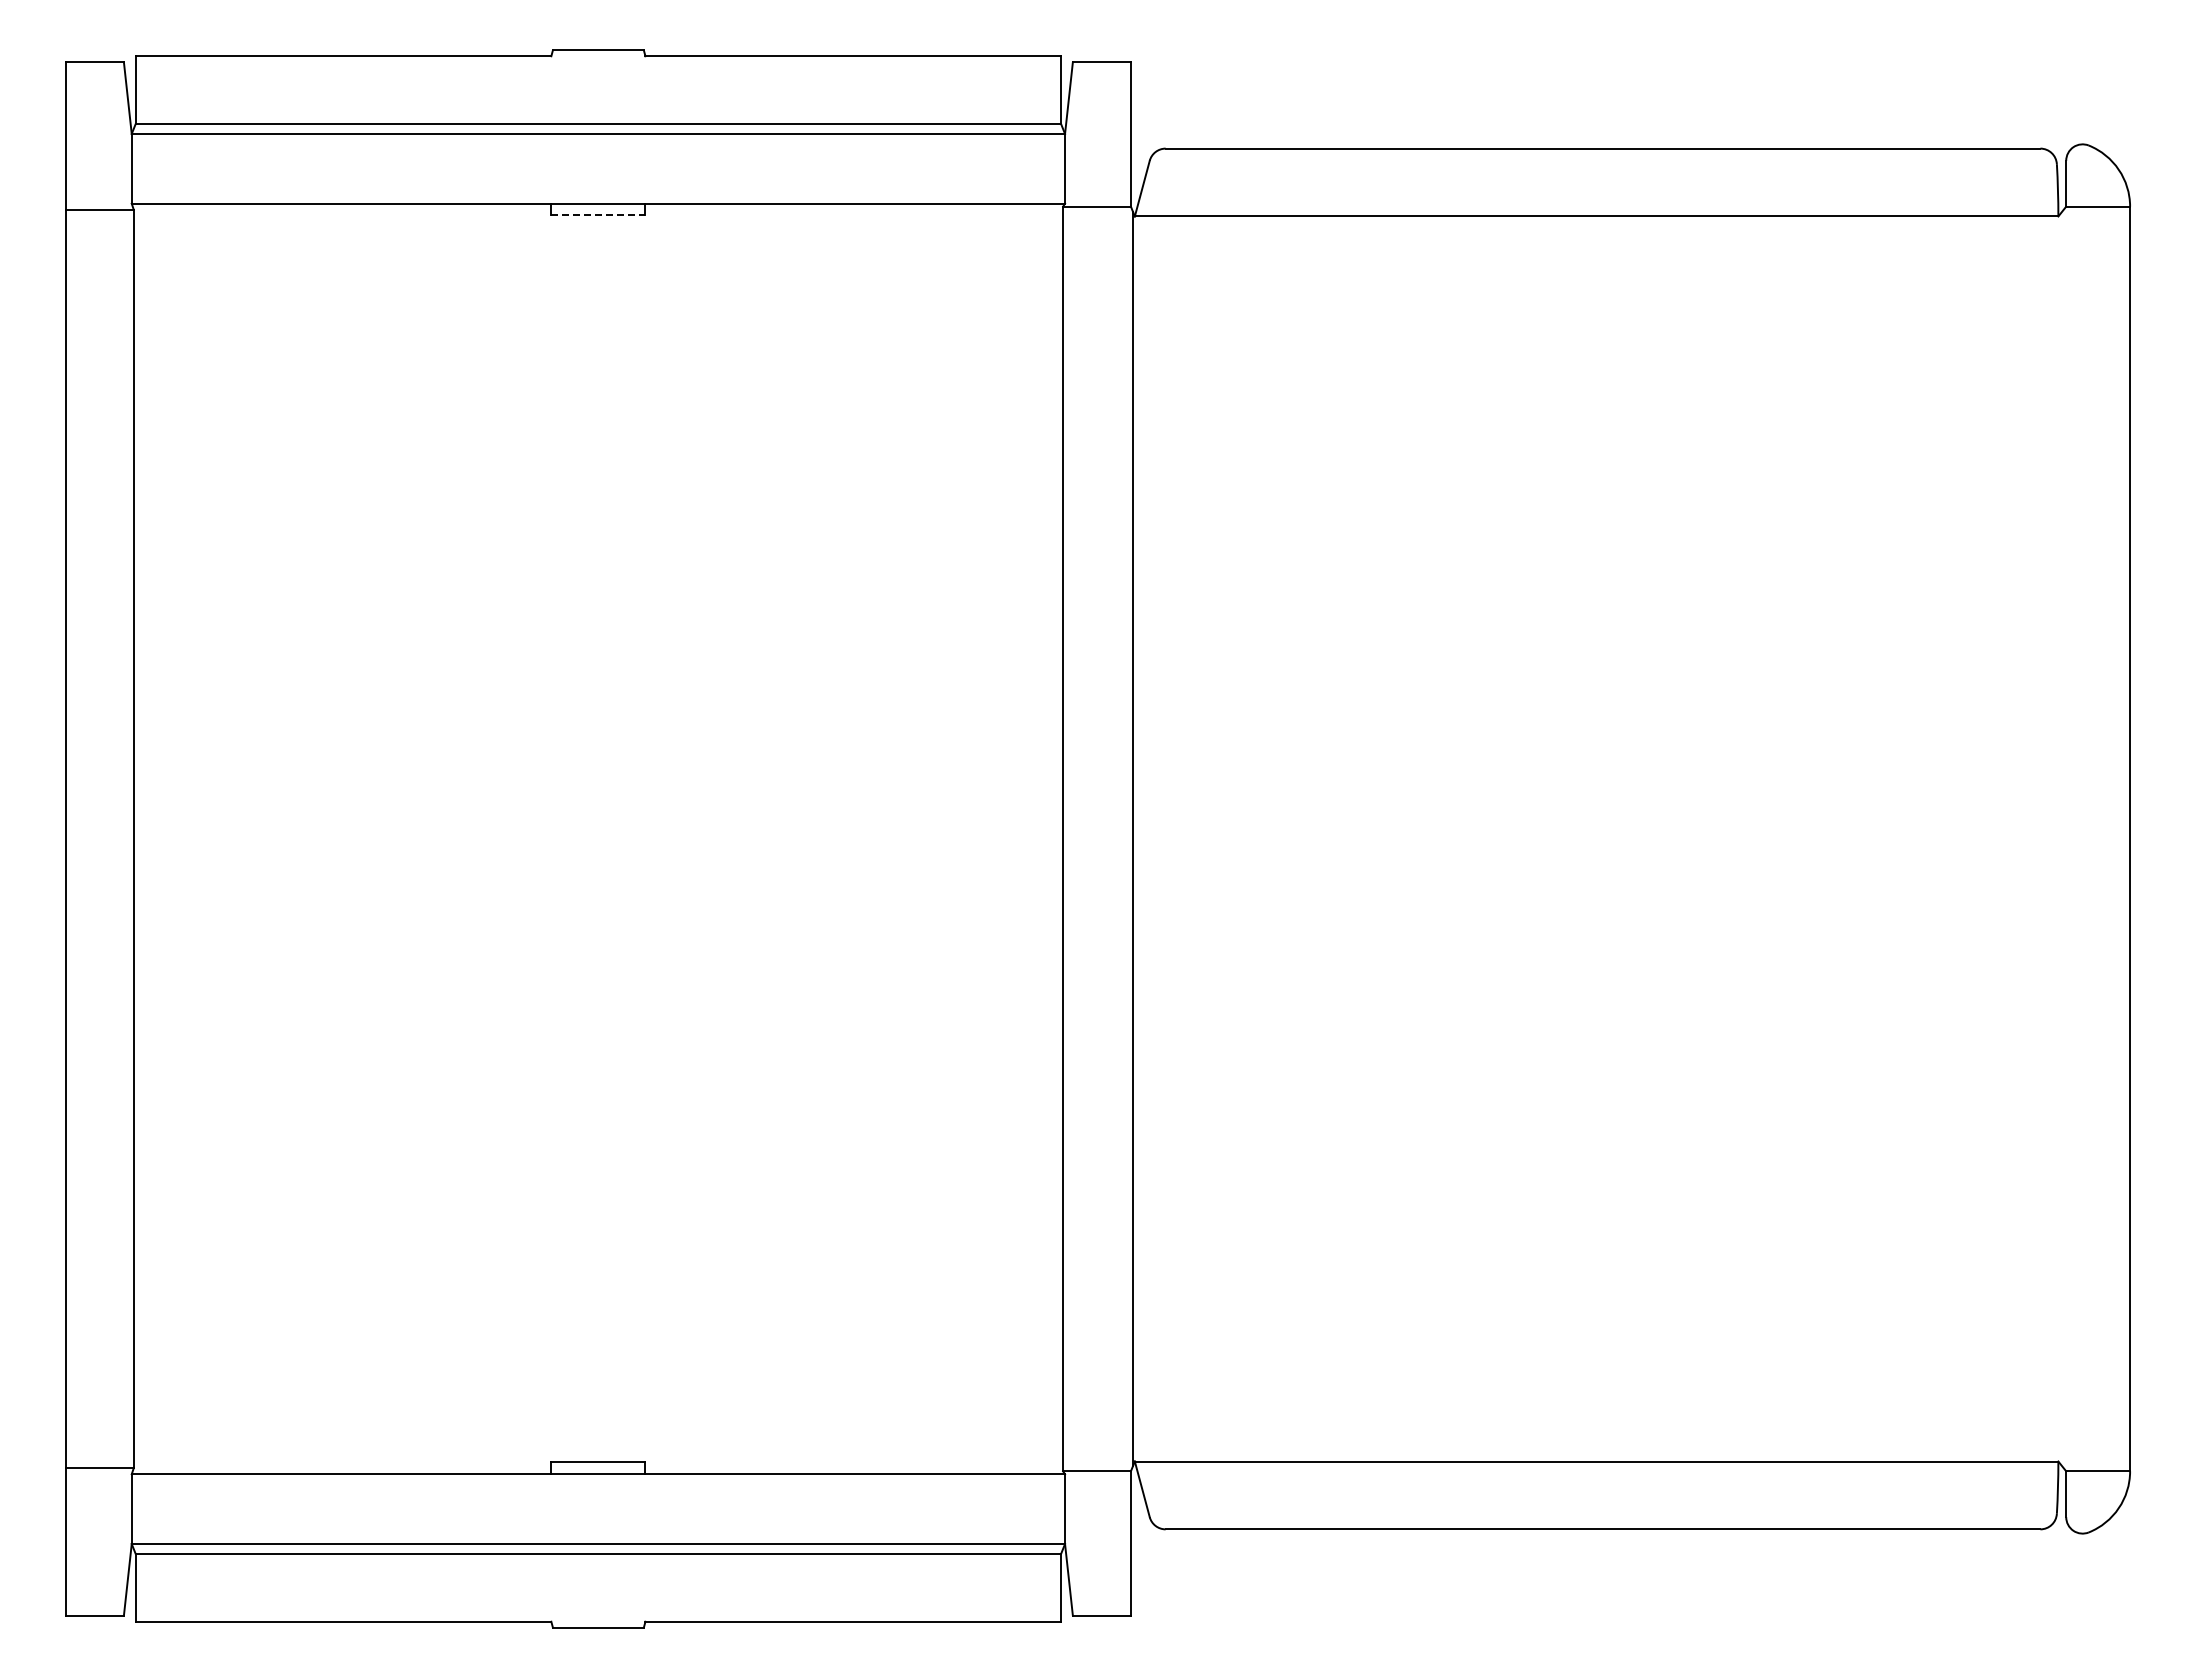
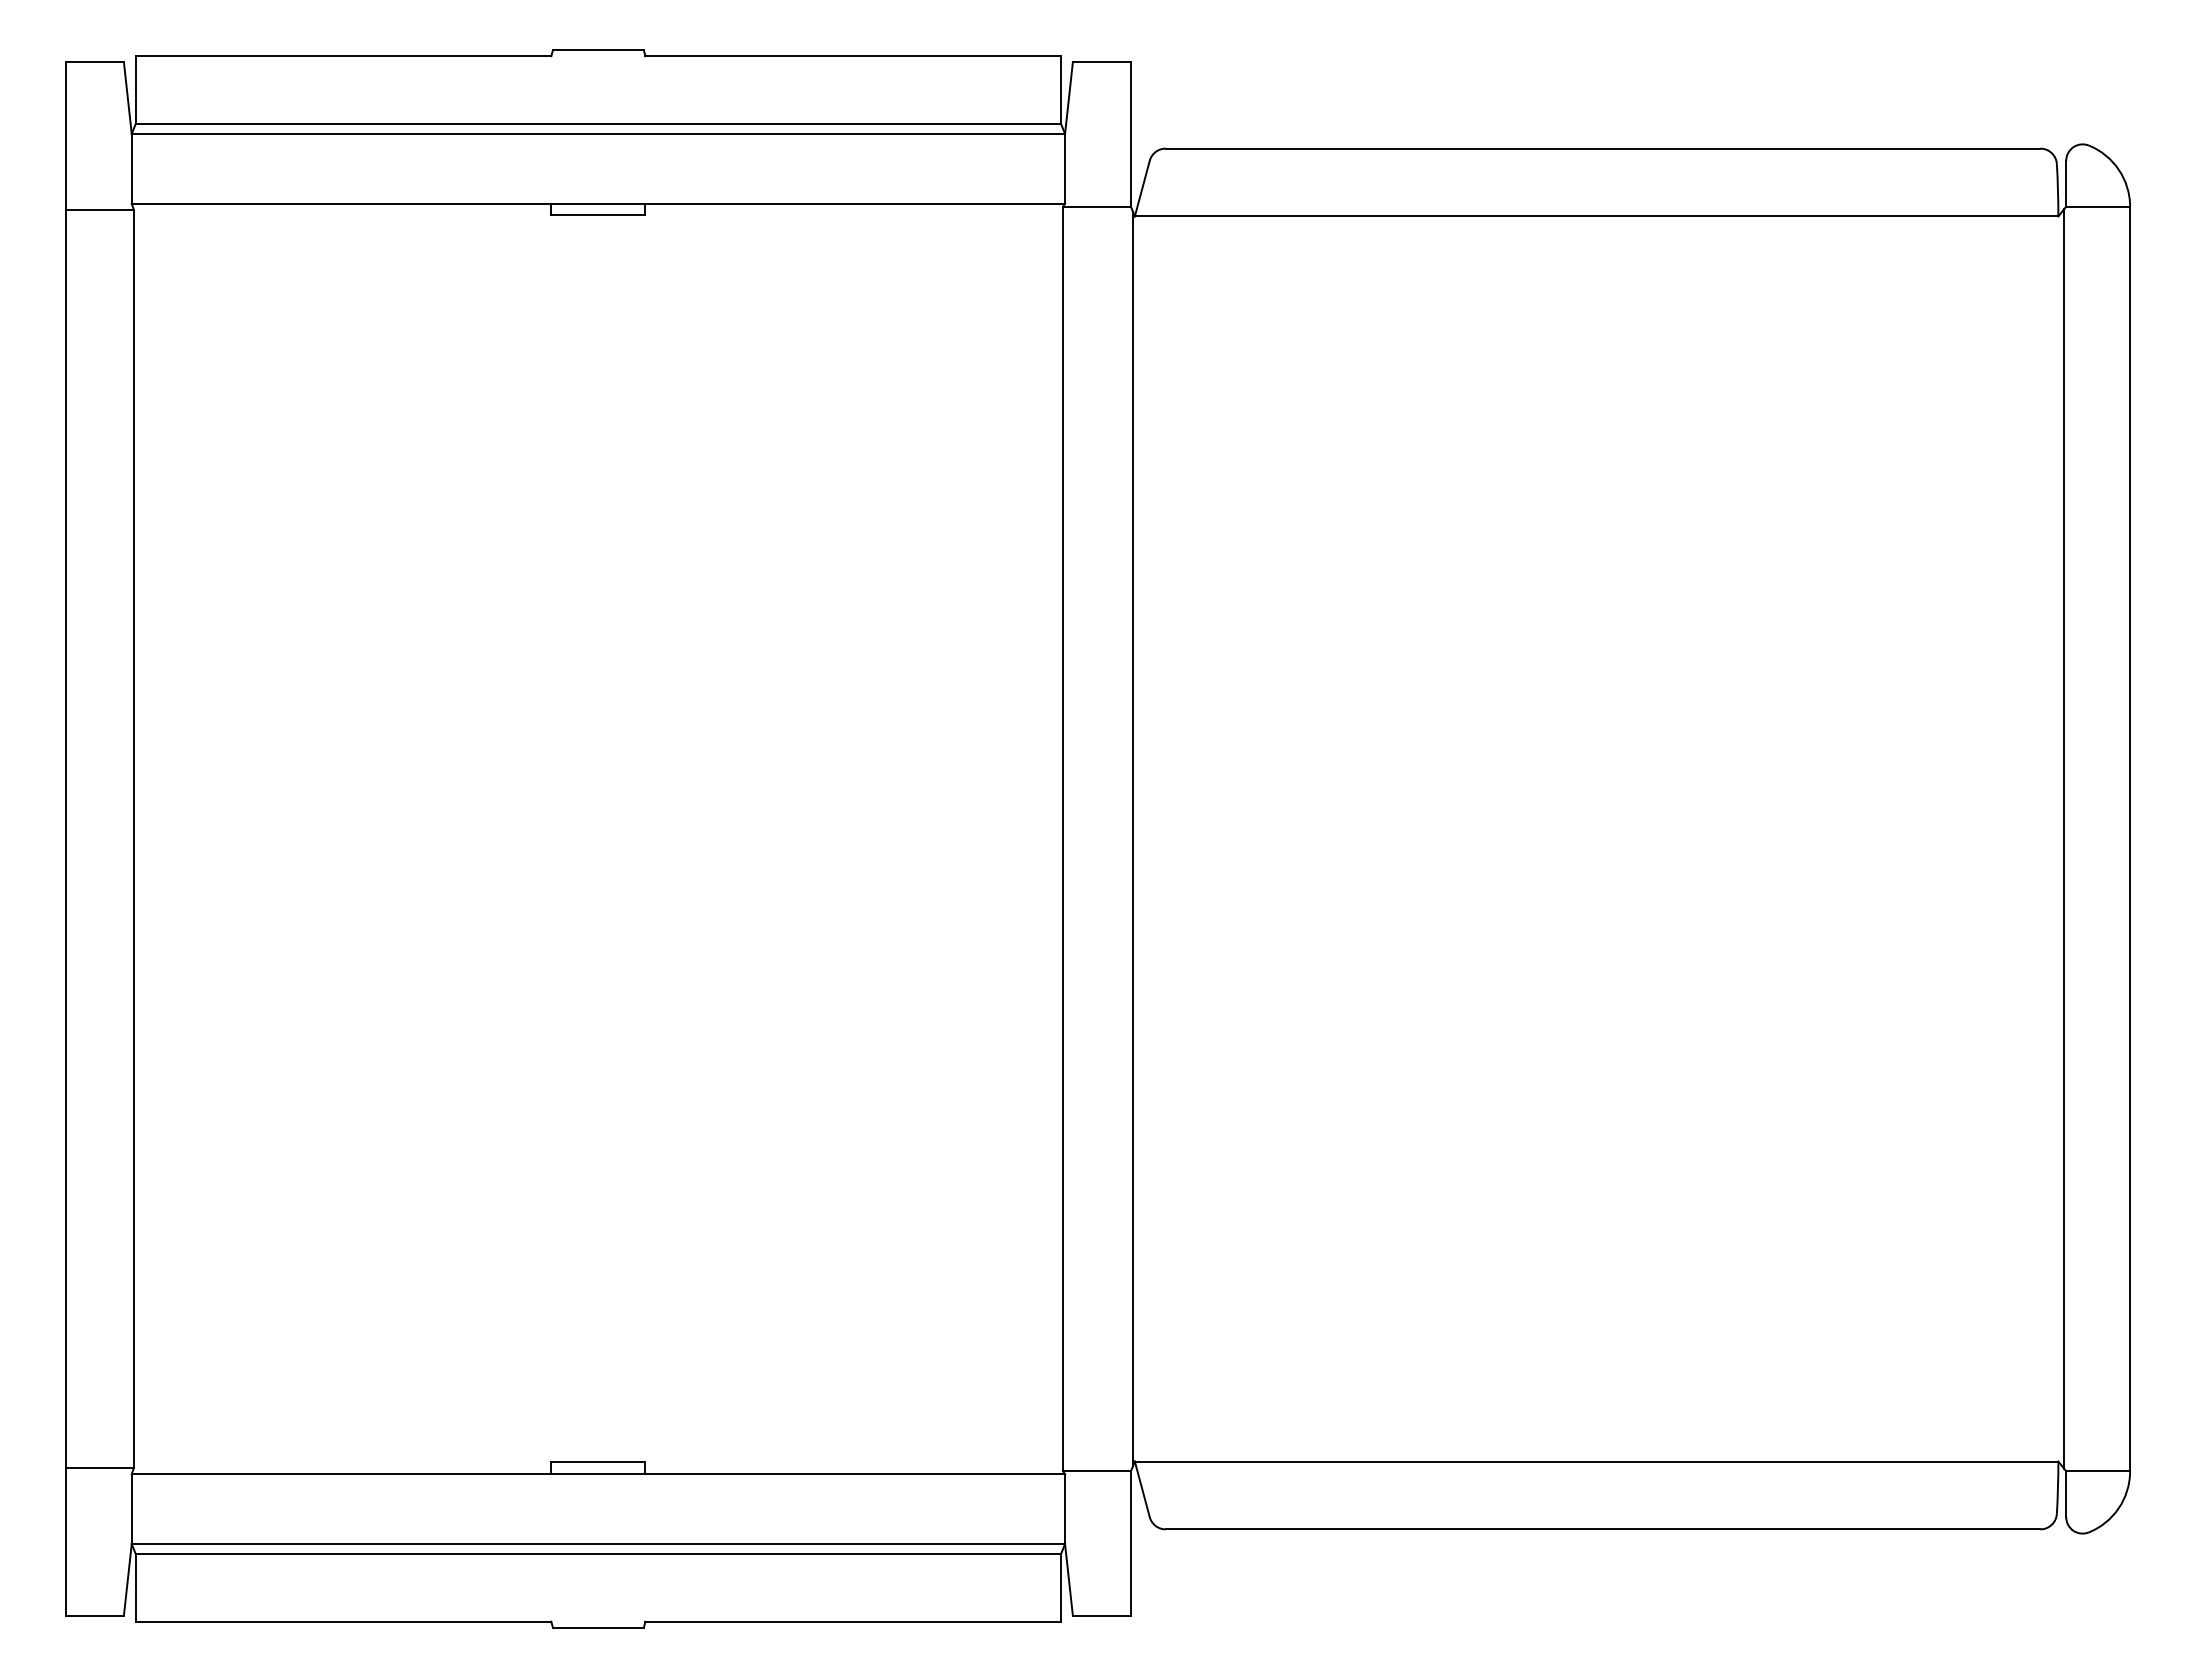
line at (598, 215): dashed -> solid
line at (2064, 838): none -> present
